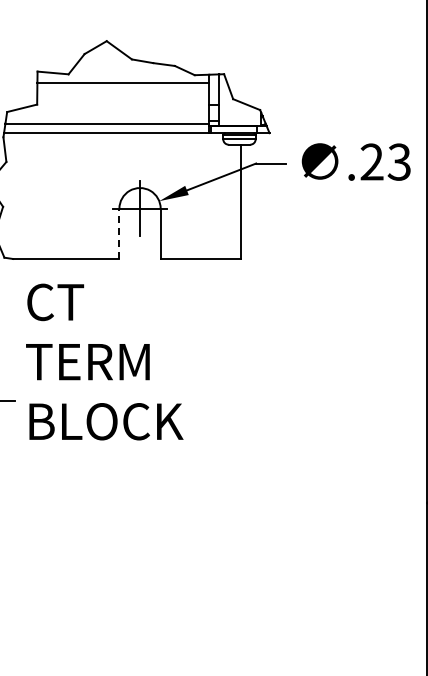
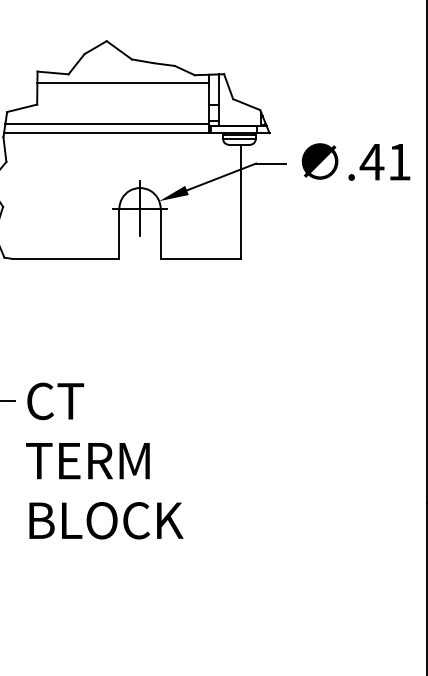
text at (384, 161): .23 -> .41
line at (119, 233): dashed -> solid
text at (104, 361) position: (104, 361) -> (104, 460)
